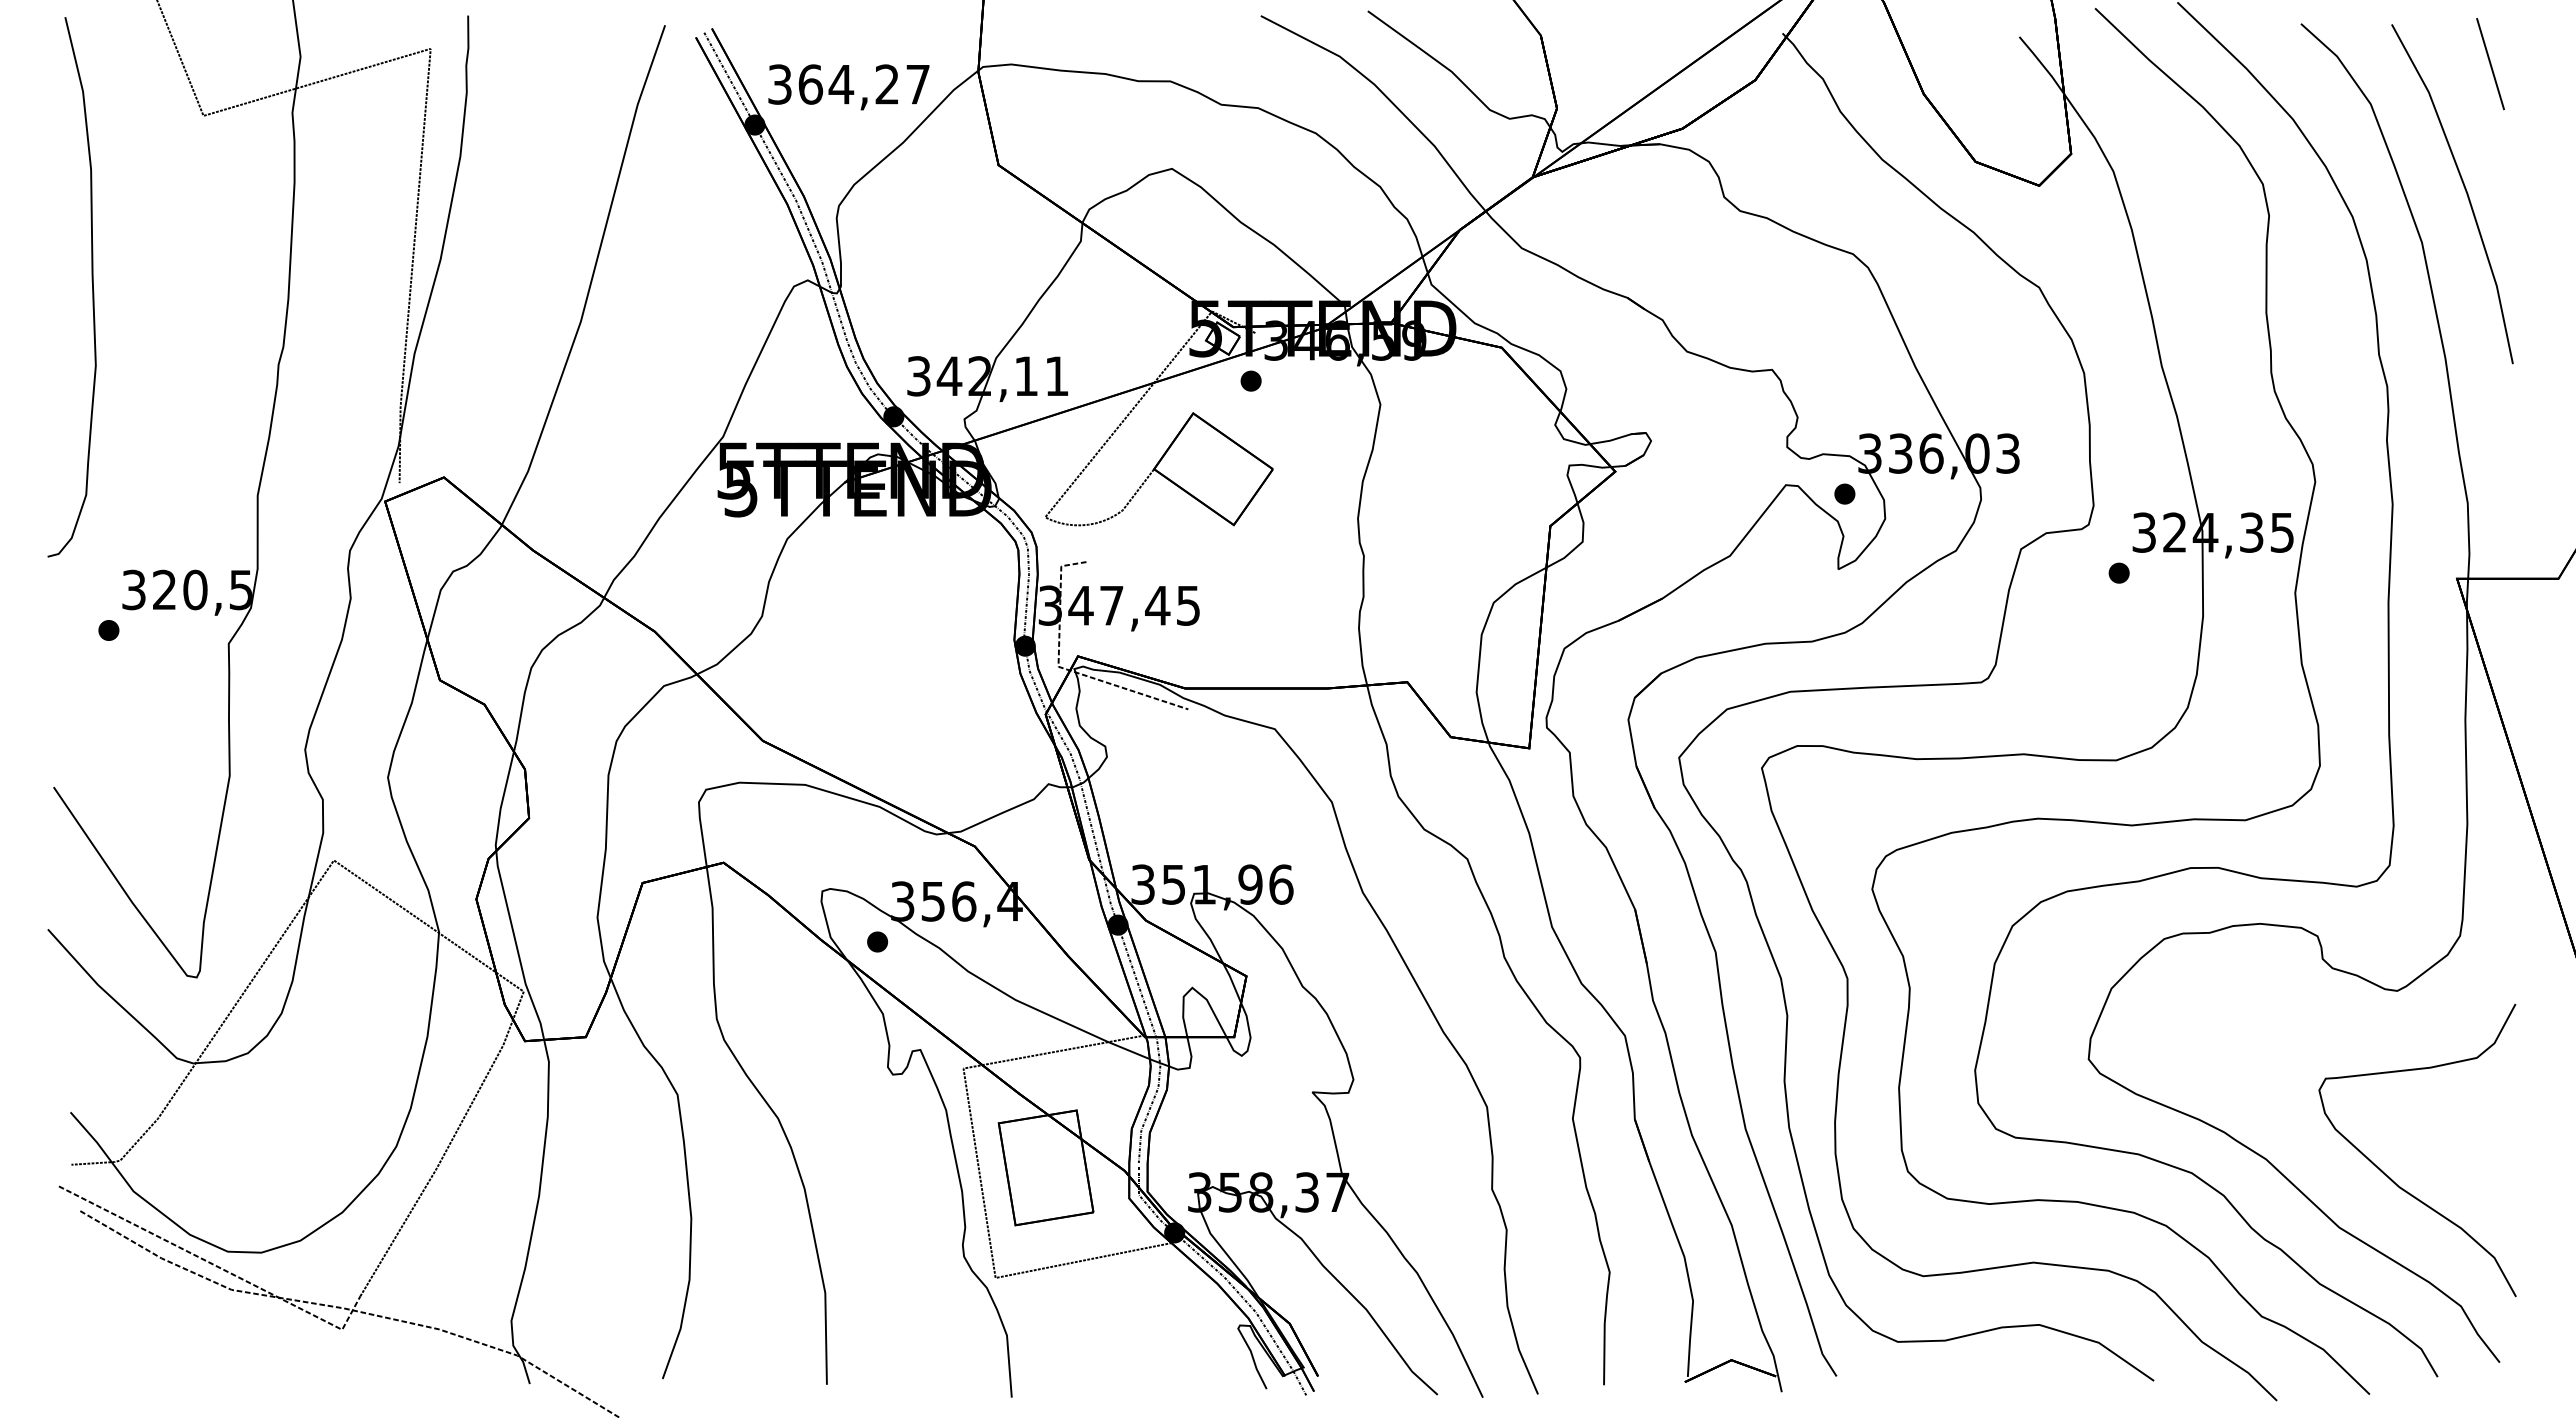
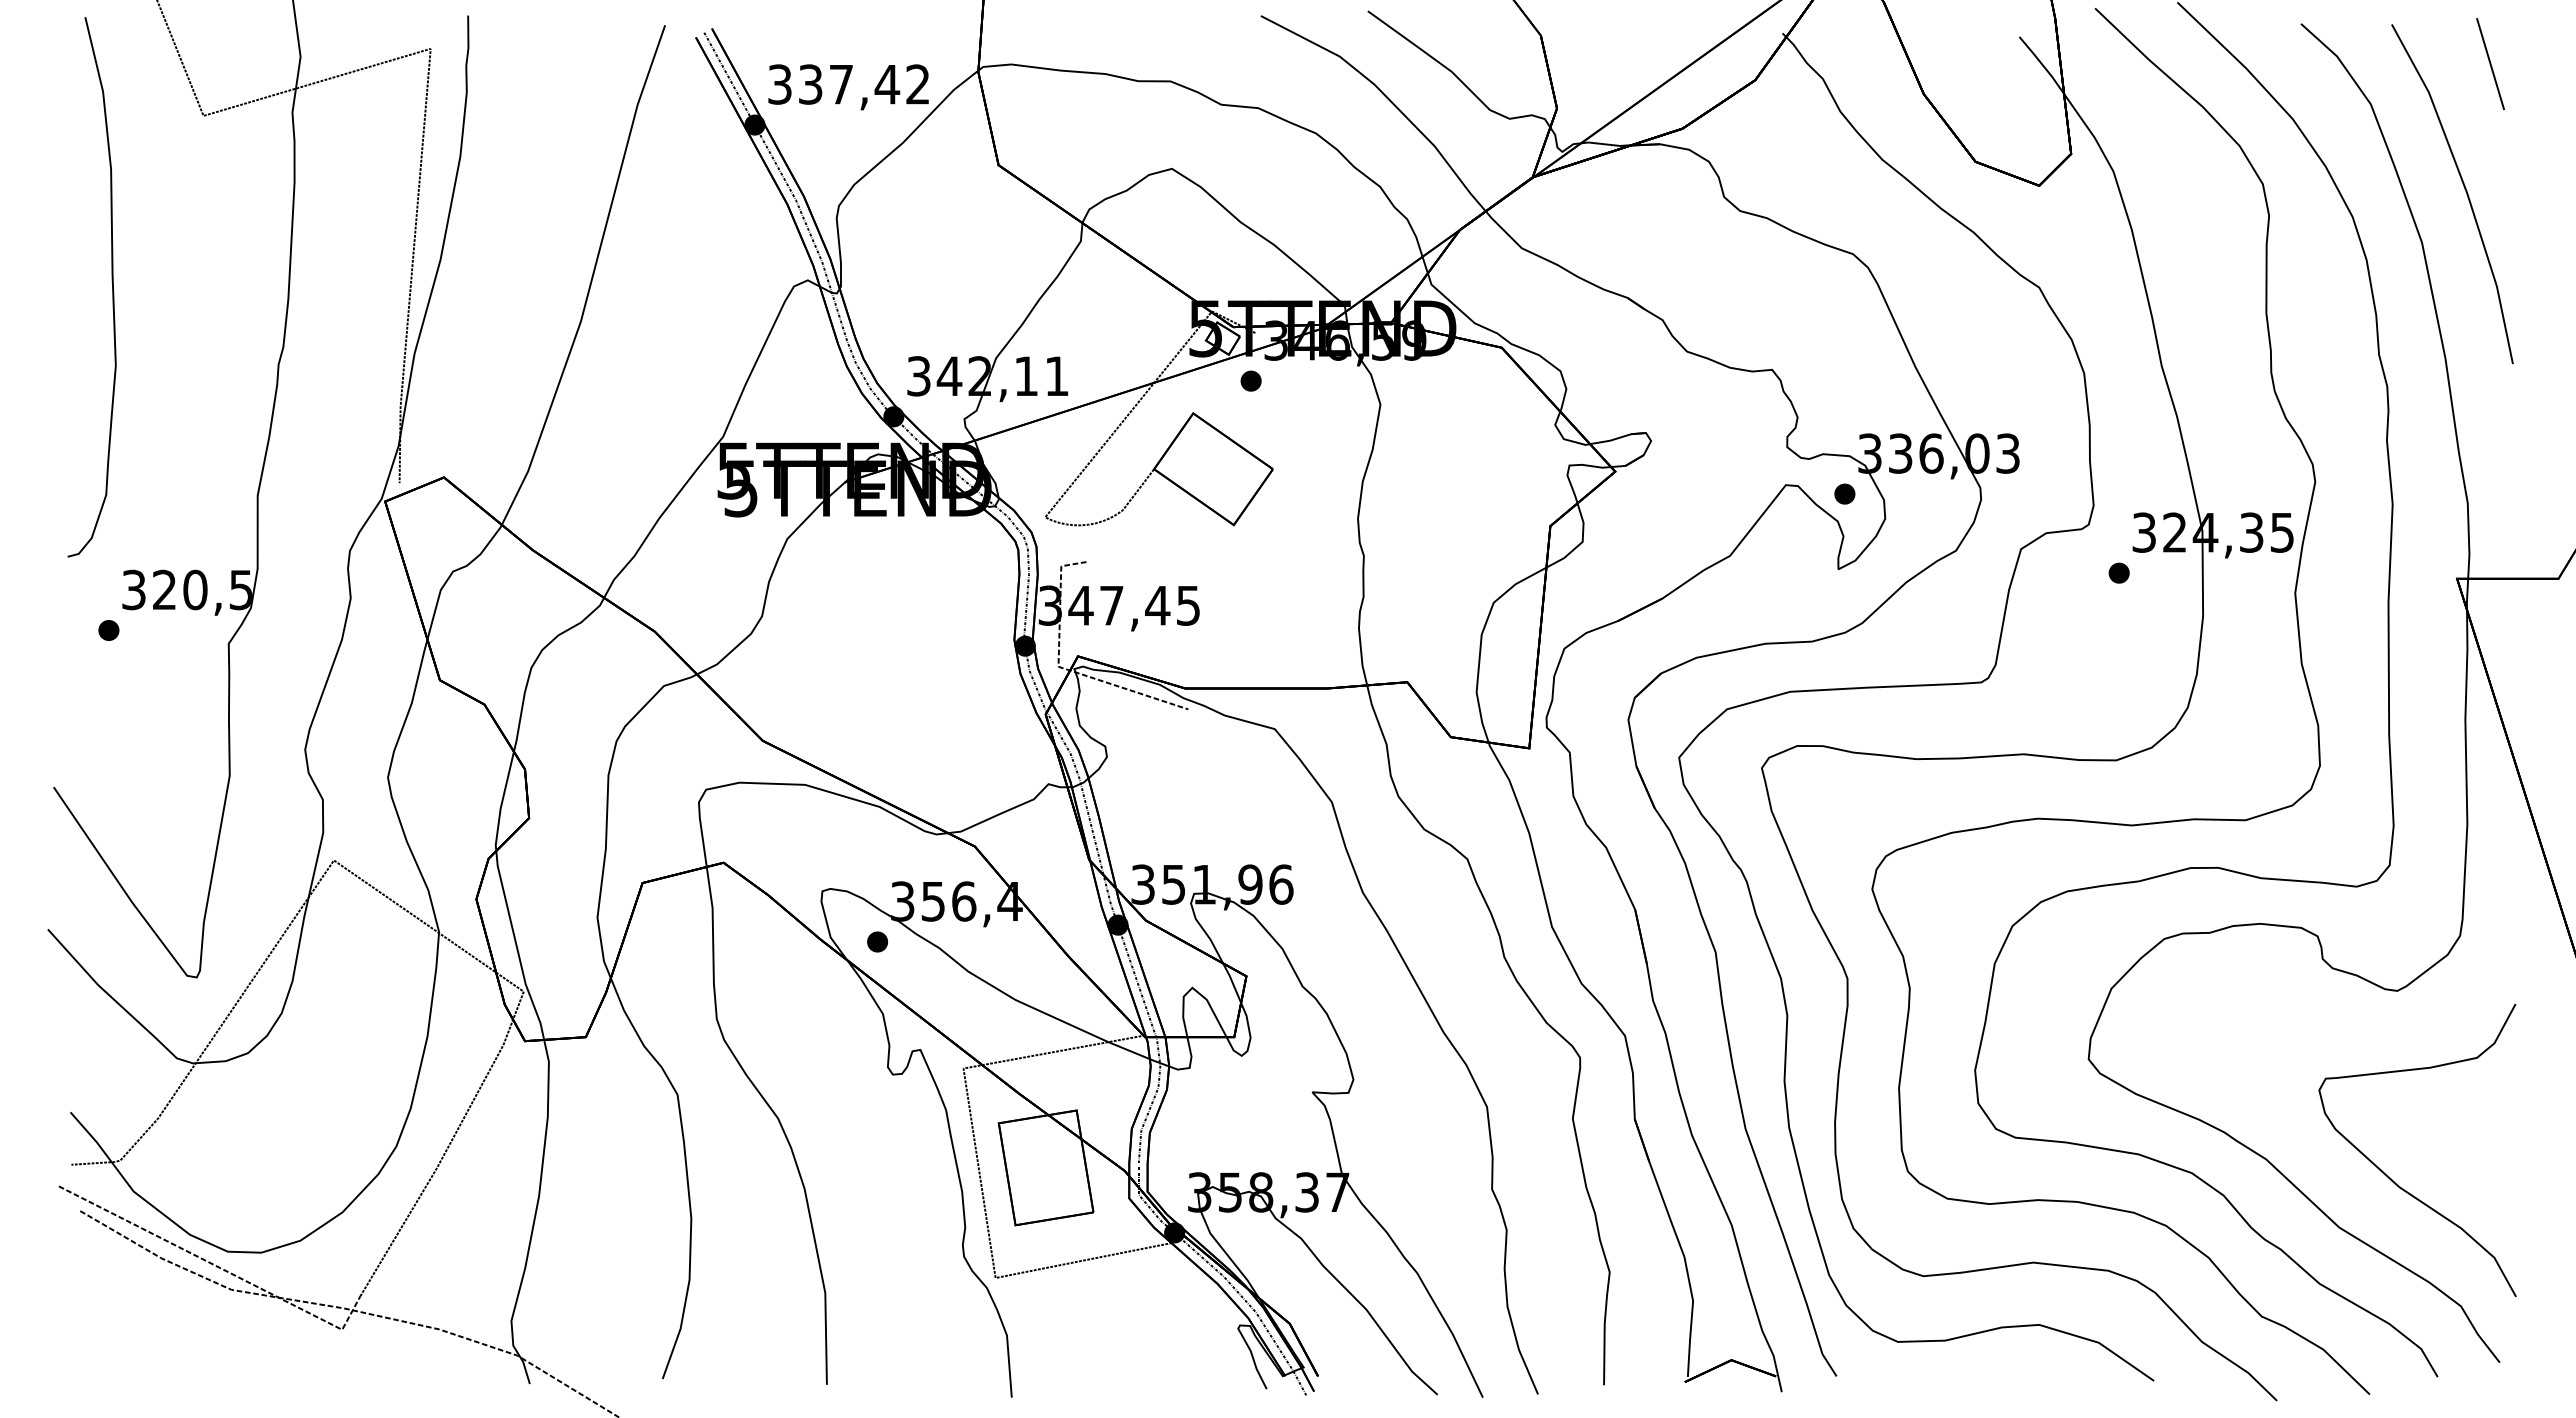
text at (863, 84): 364,27 -> 337,42
part at (91, 281) position: (91, 281) -> (111, 281)
